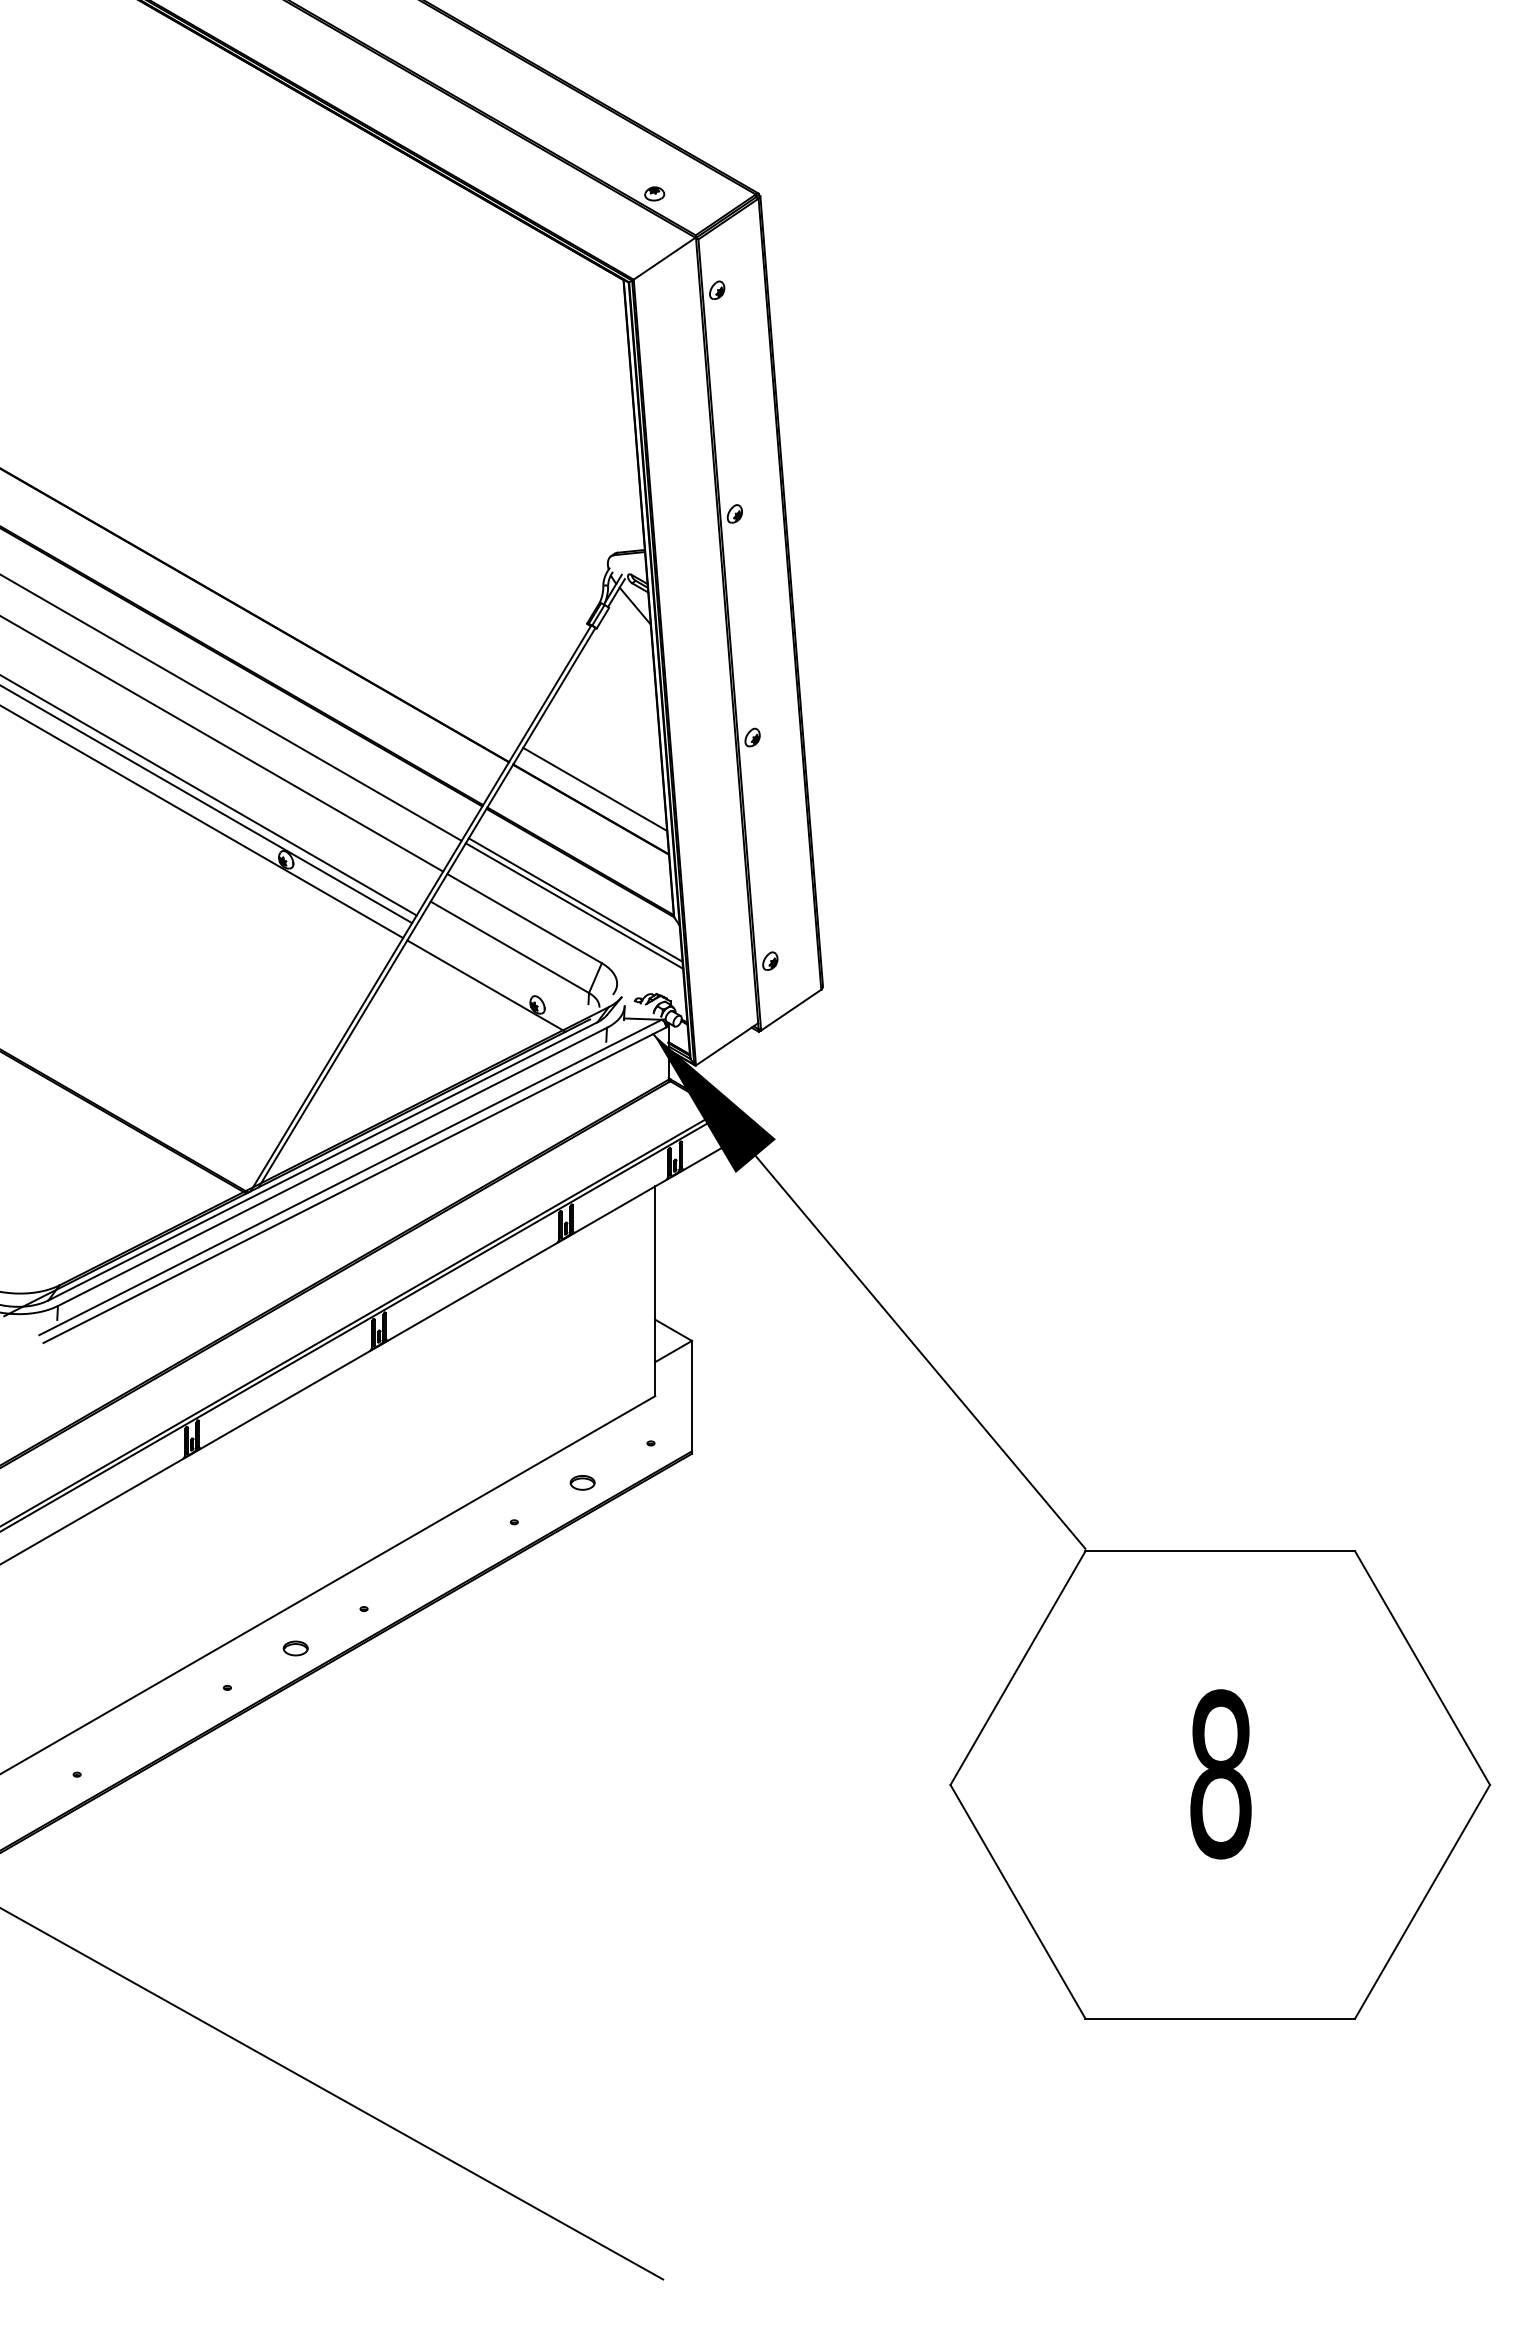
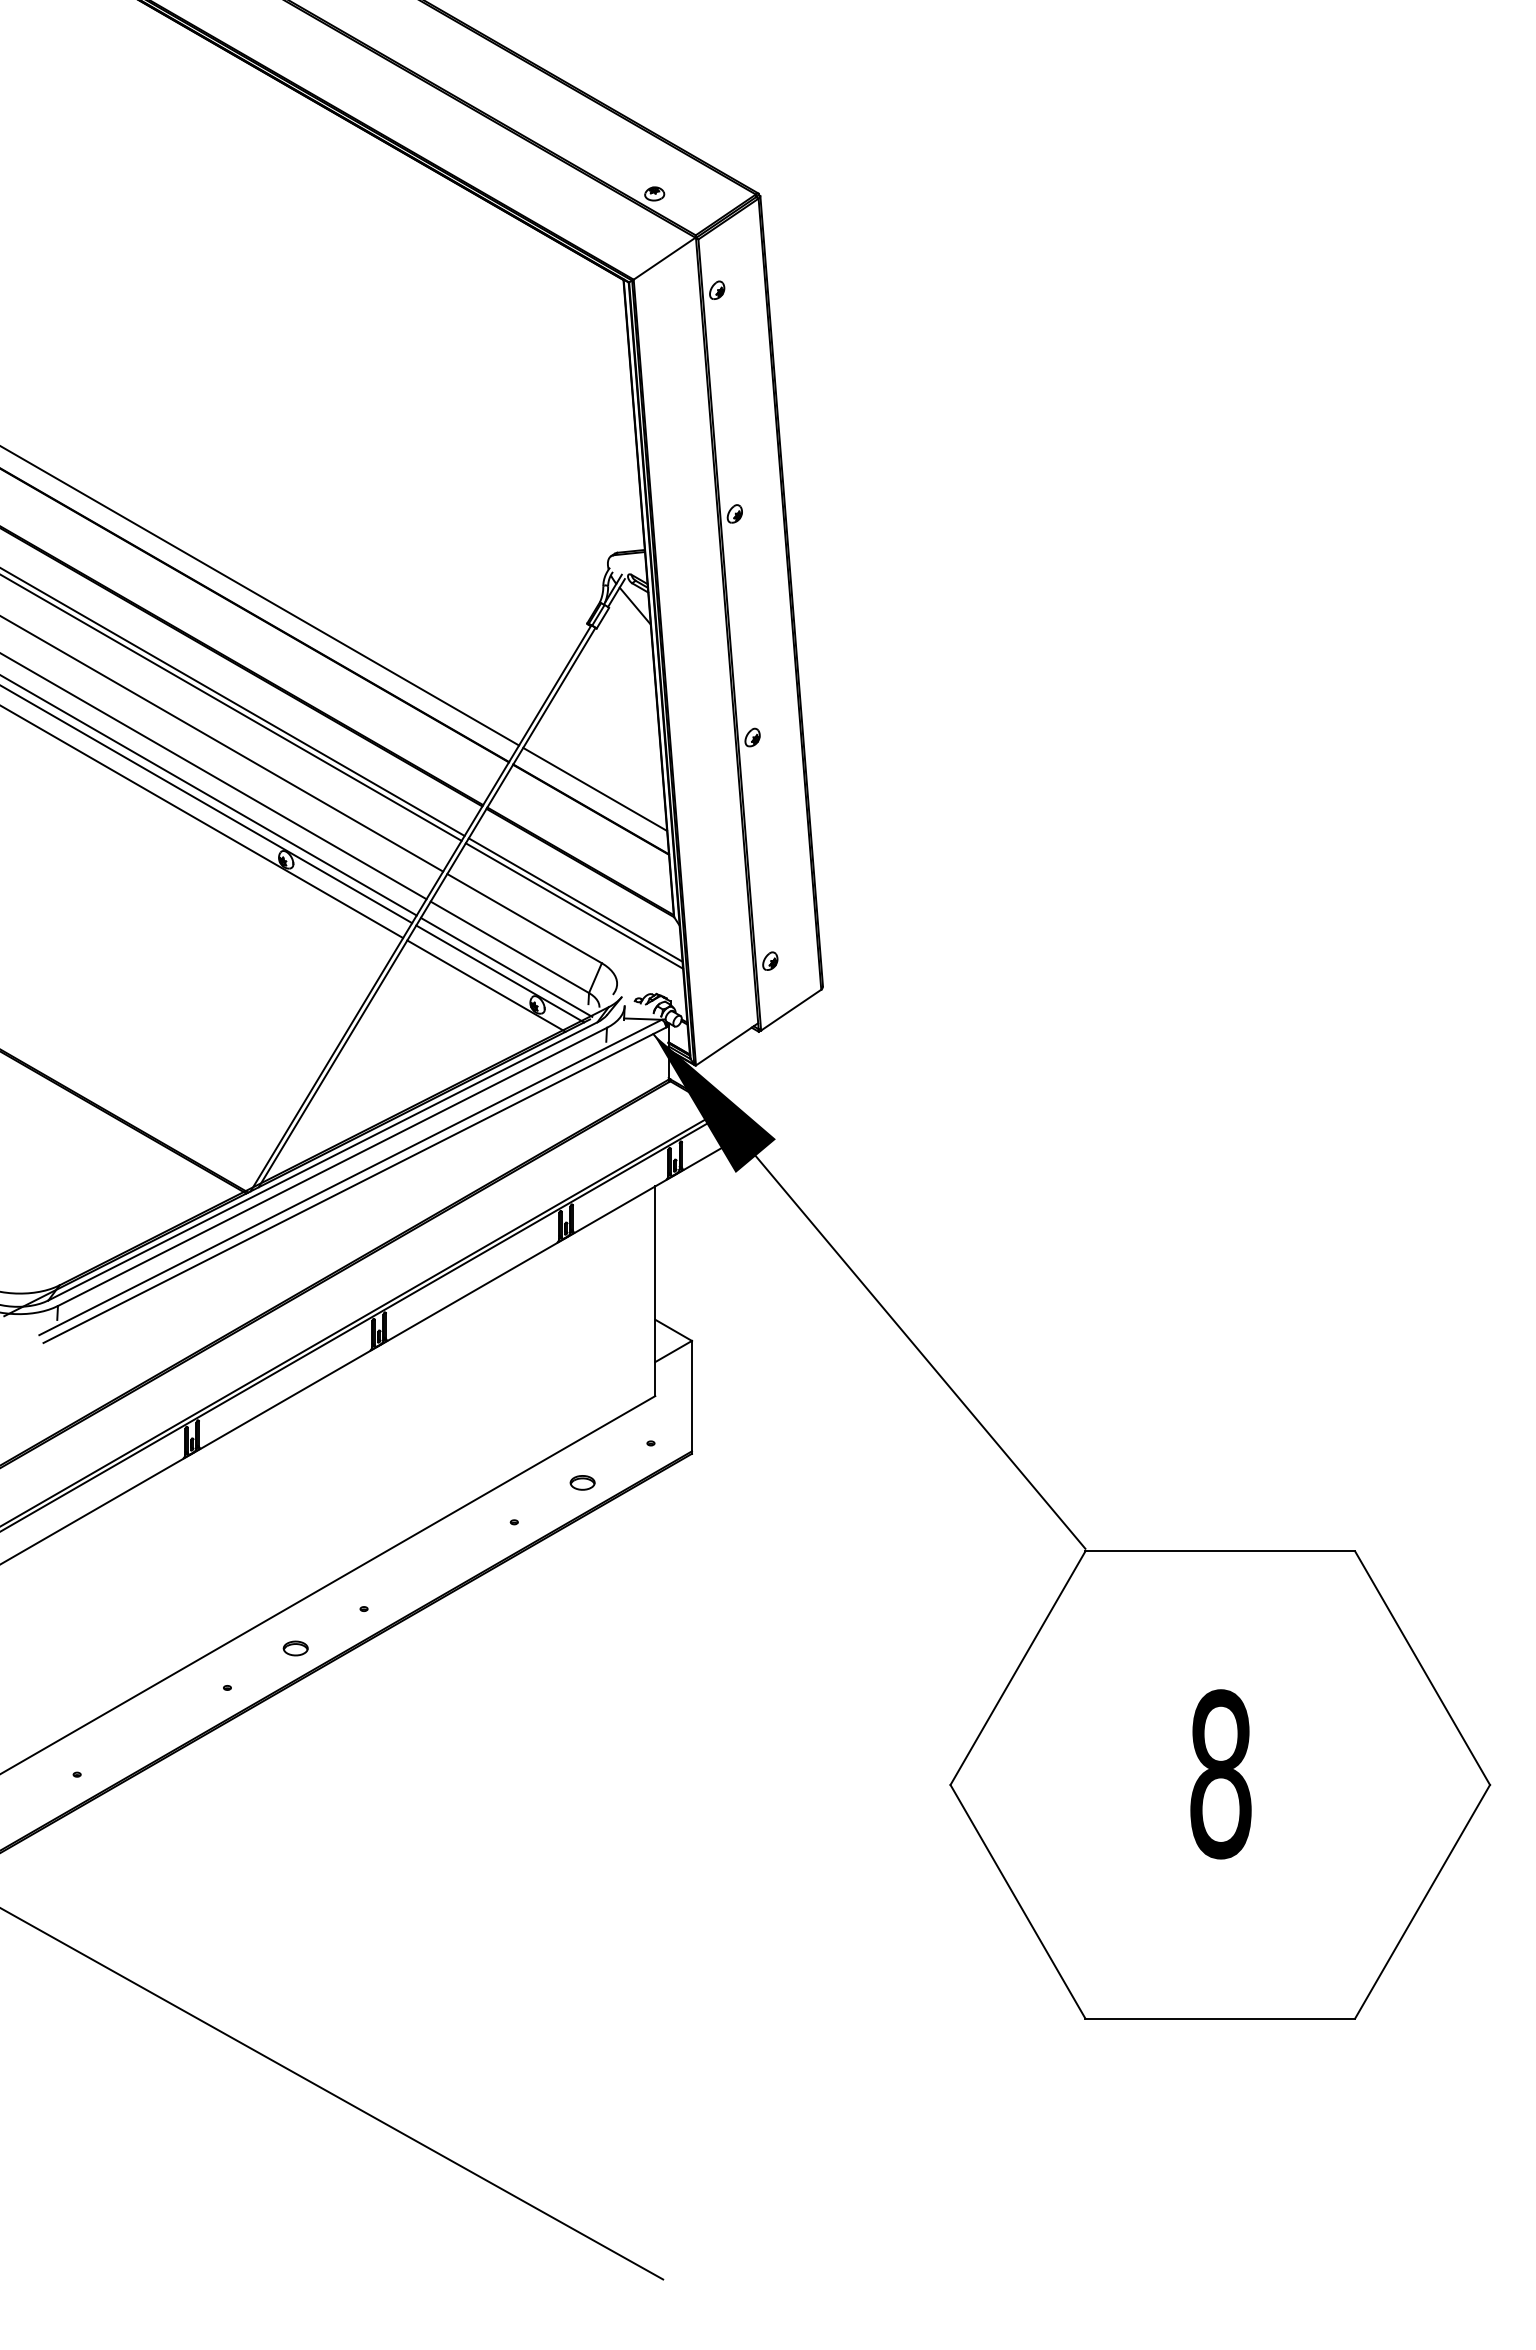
line at (260, 596): none -> present
line at (233, 701): none -> present
line at (214, 776): none -> present
line at (506, 966): none -> present
line at (500, 973): none -> present
